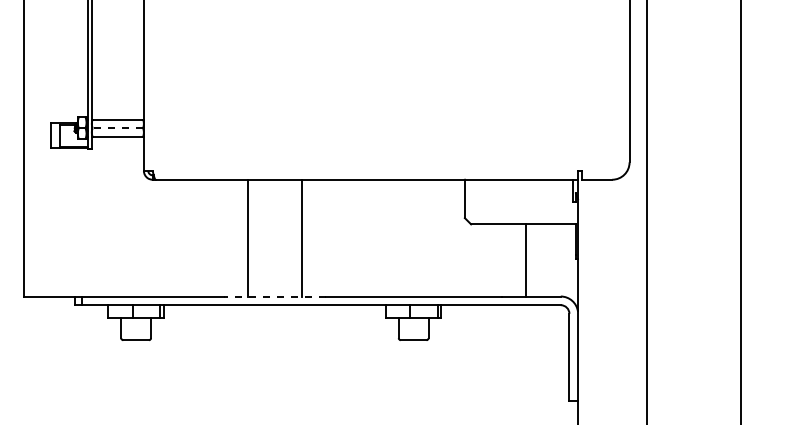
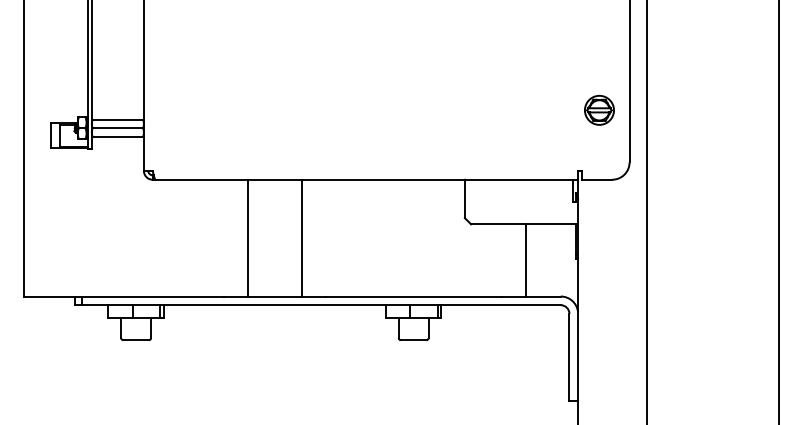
part at (599, 109): none -> present
line at (117, 128): dashed -> solid
line at (740, 211) position: (740, 211) -> (778, 211)
line at (274, 296): dashed -> solid
